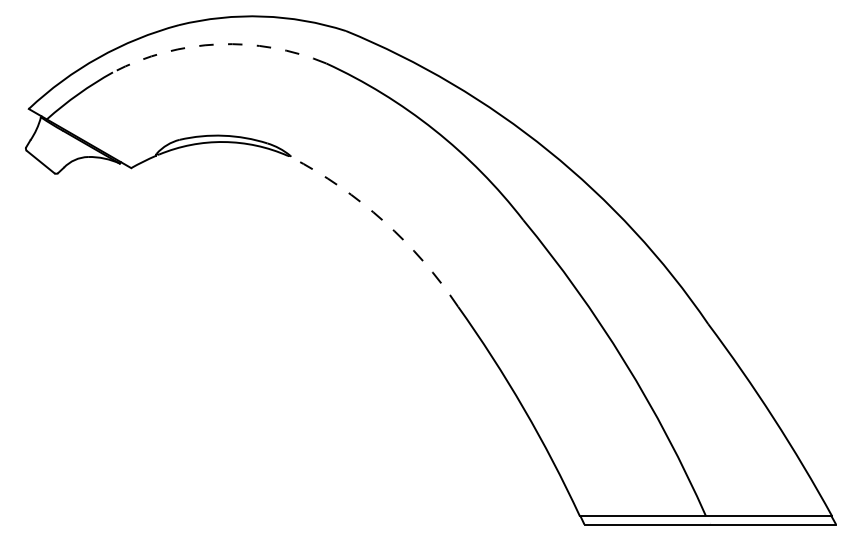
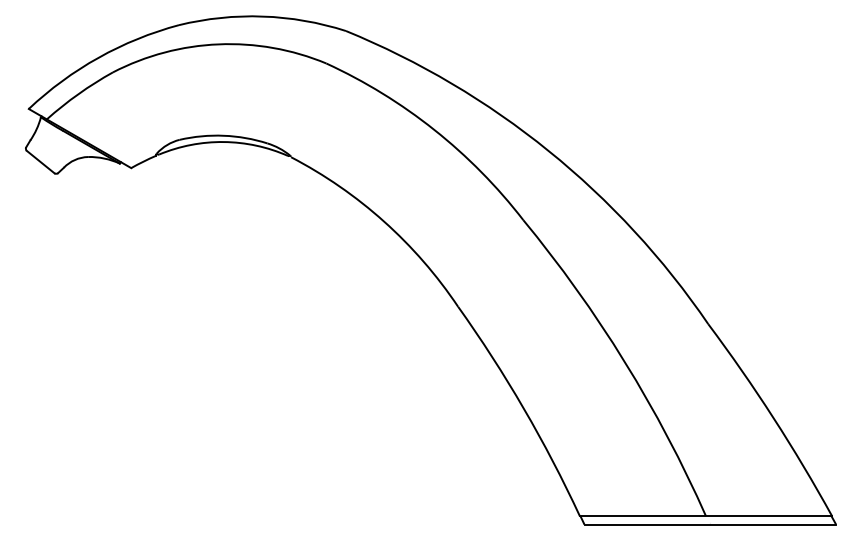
arc at (218, 44): dashed -> solid
arc at (384, 221): dashed -> solid
